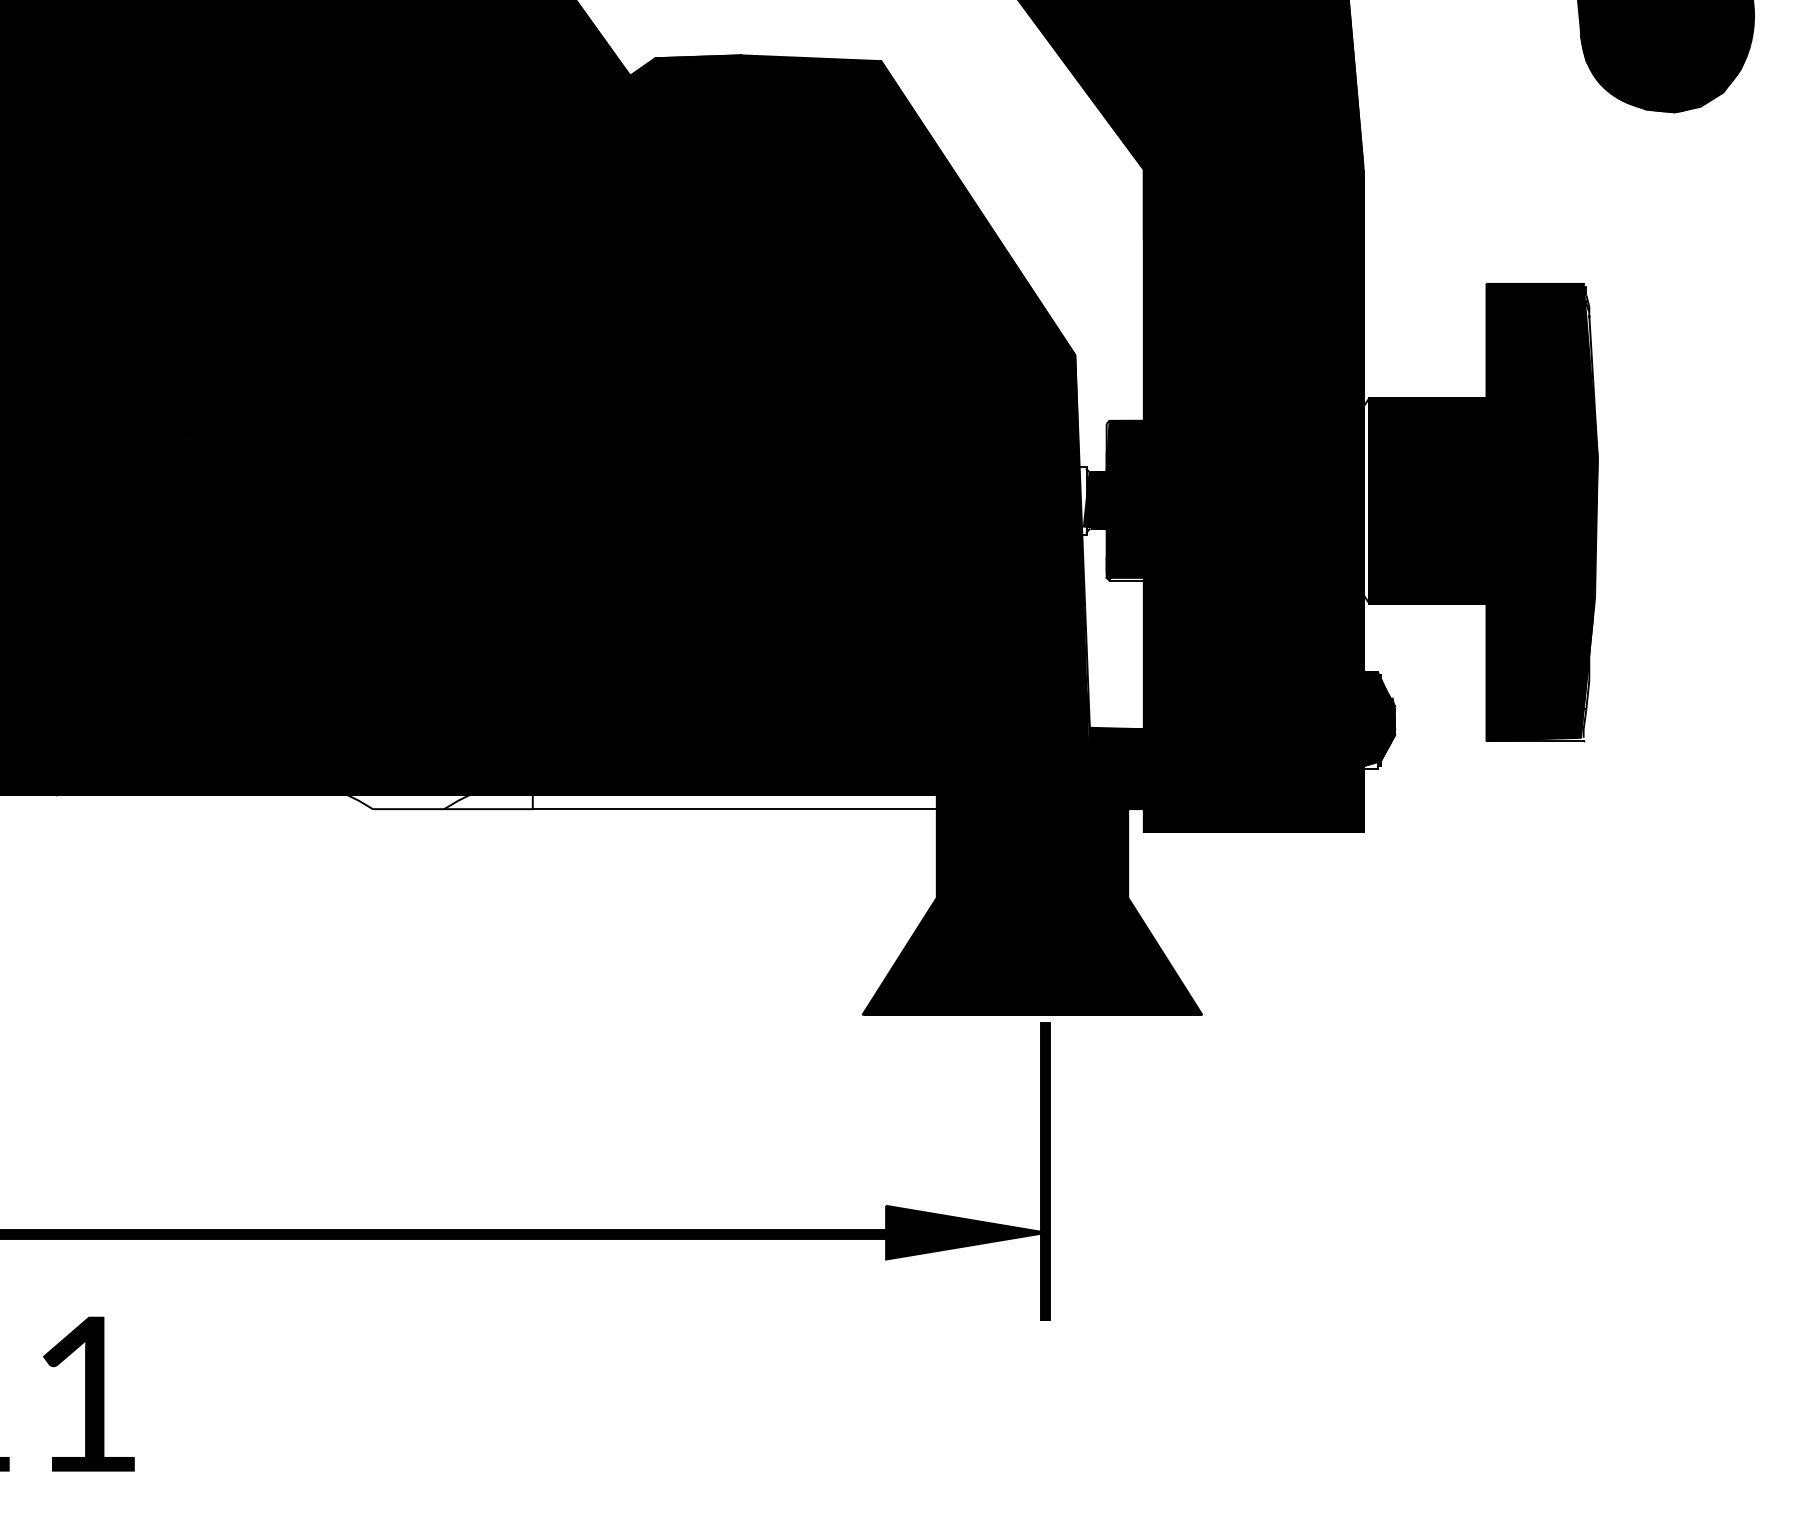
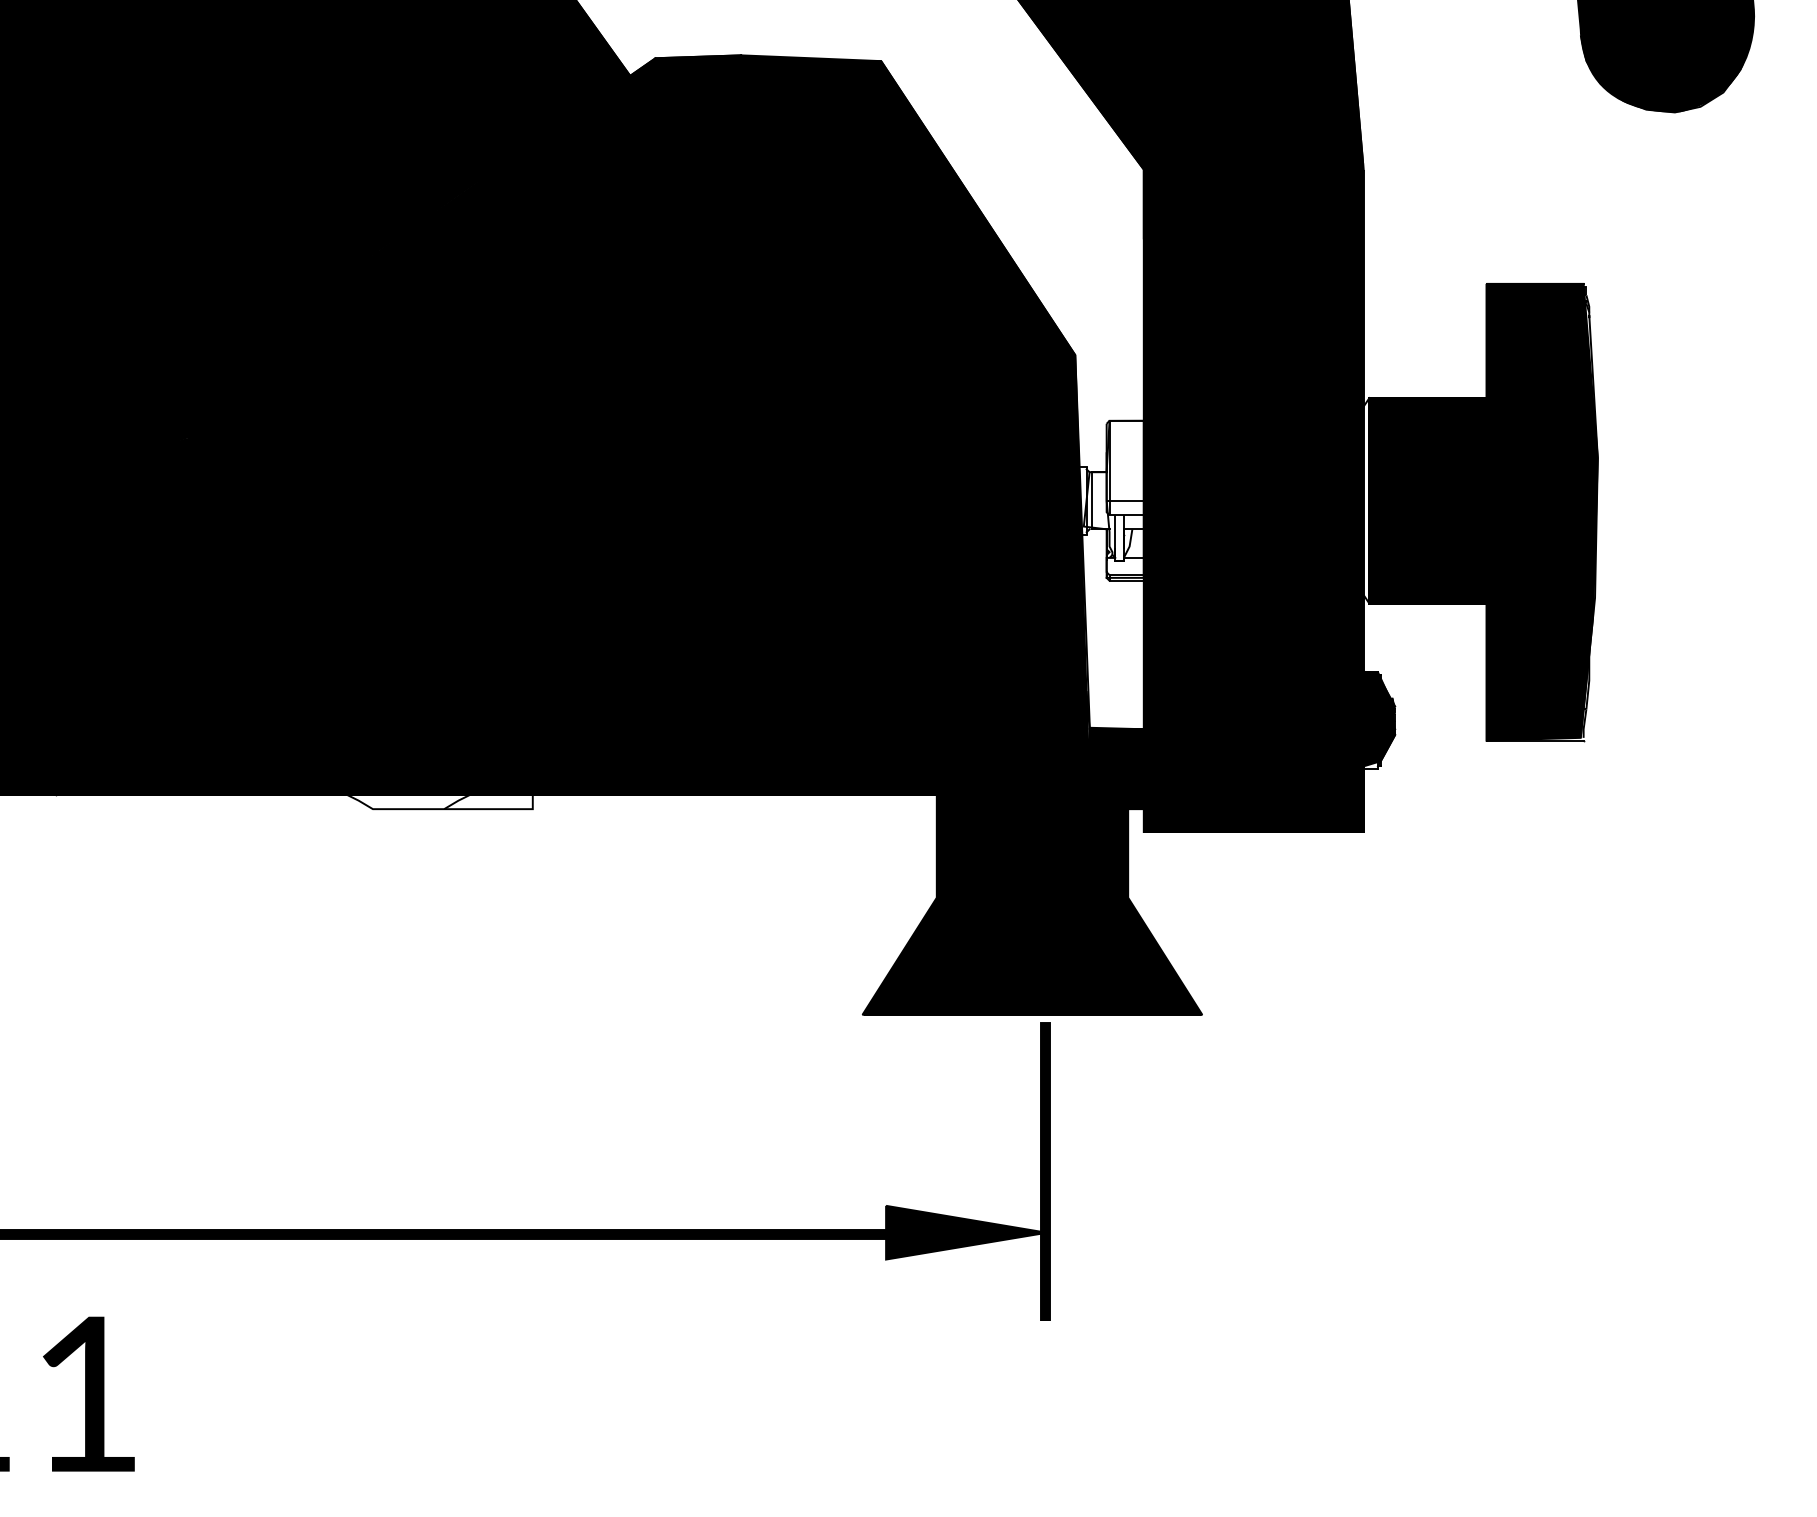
fill at (1113, 498): present -> none
line at (735, 809): present -> none
